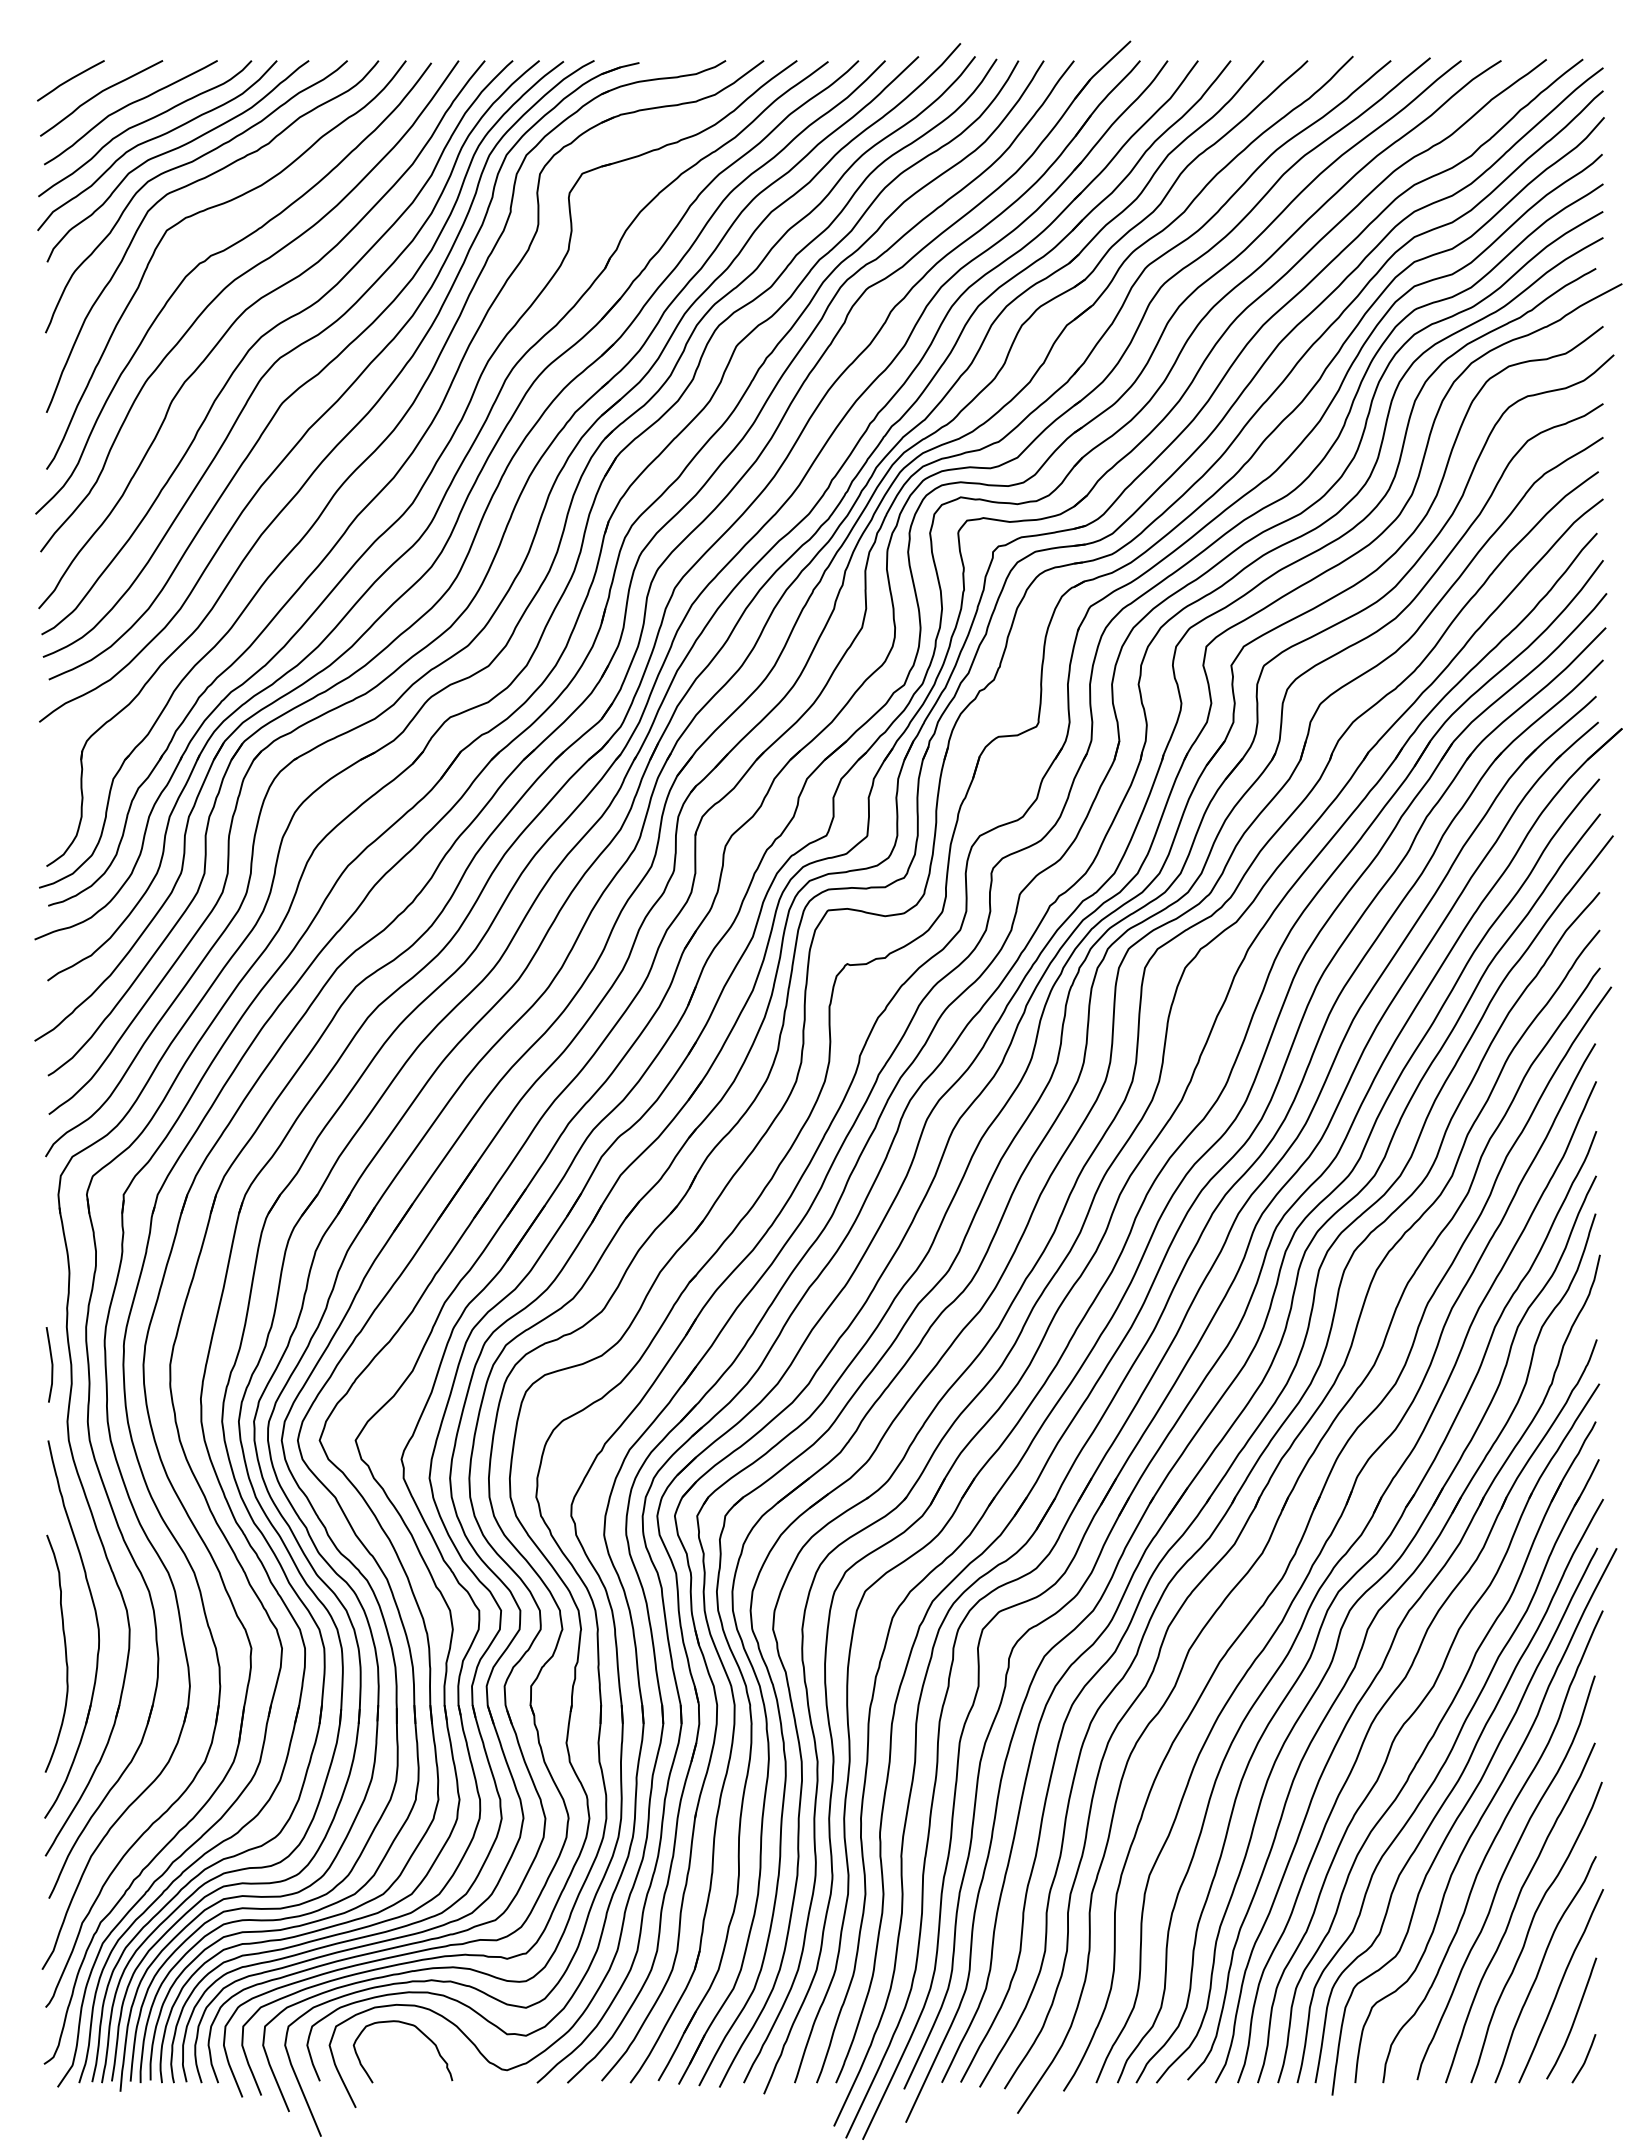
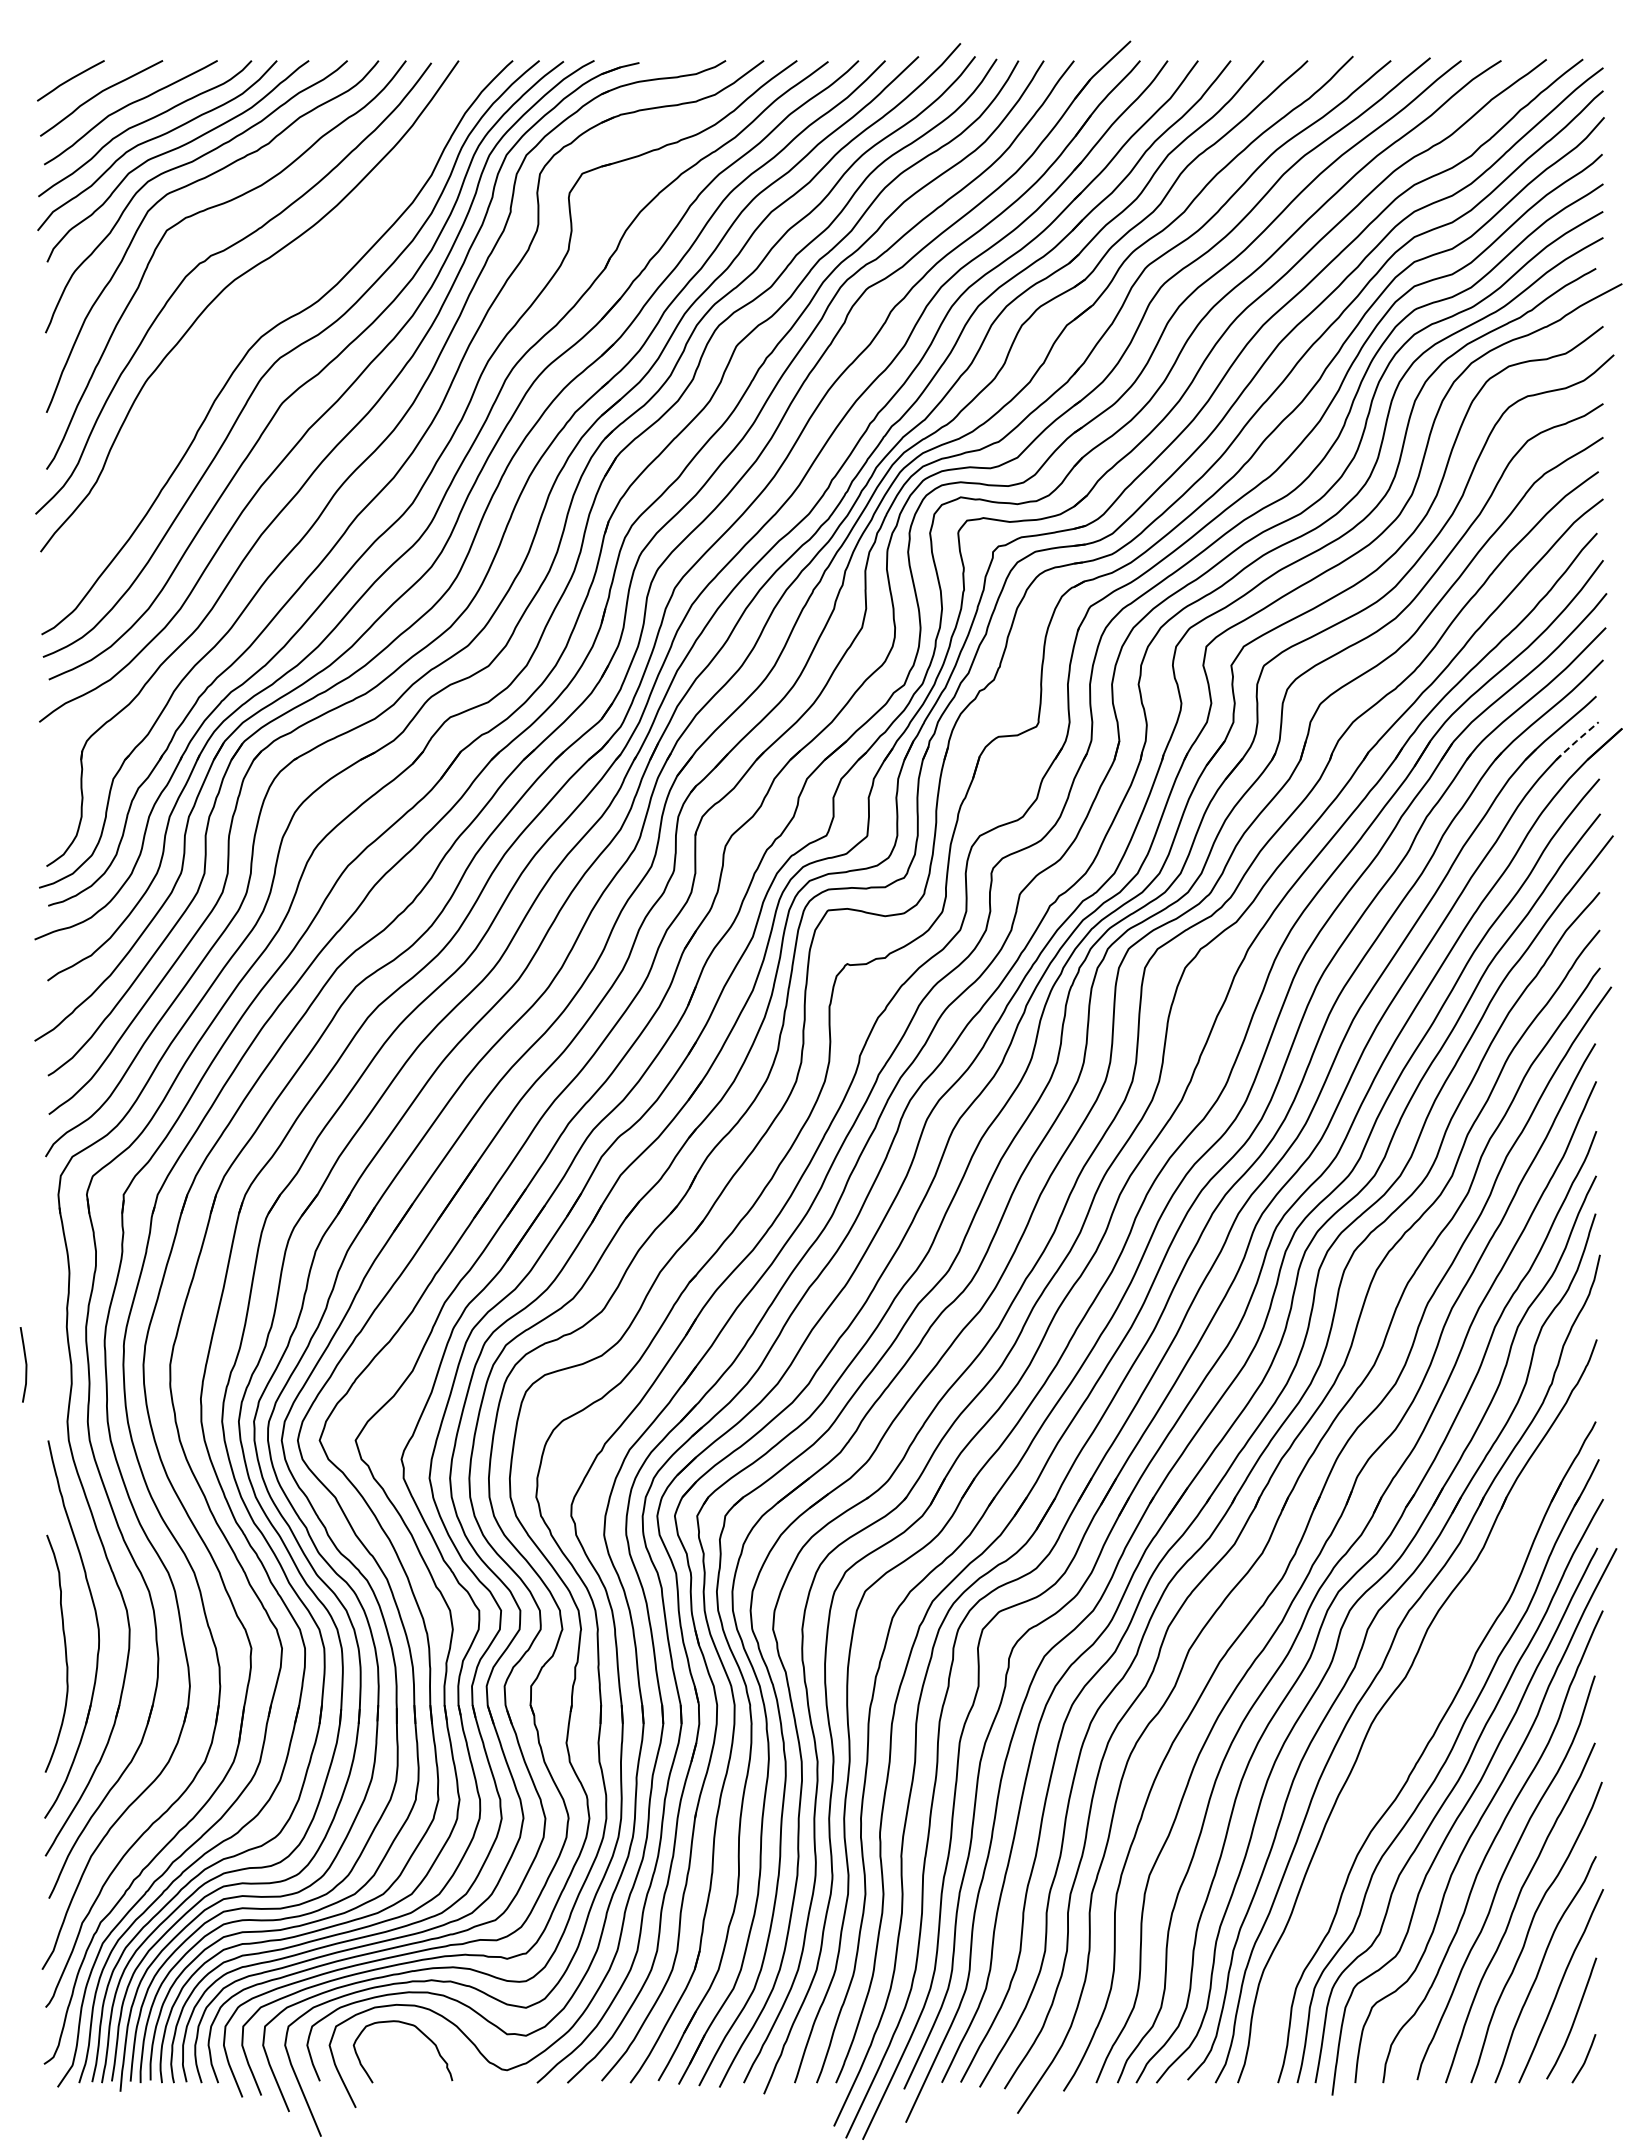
curve at (242, 314): present -> none
line at (1576, 741): solid -> dashed
line at (51, 1364) position: (51, 1364) -> (25, 1364)
part at (1411, 1717): present -> none
